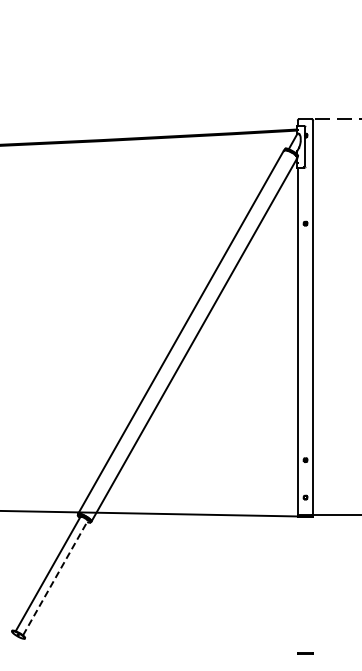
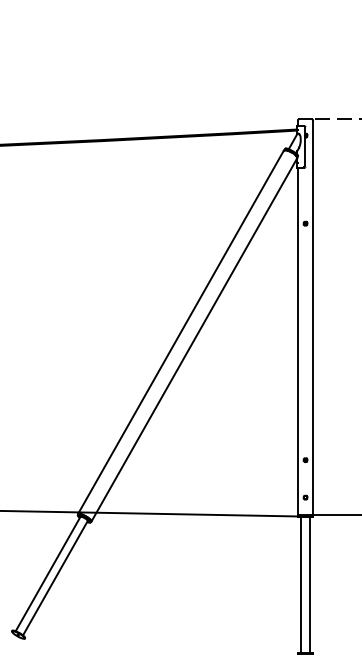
line at (55, 578): dashed -> solid
line at (301, 584): none -> present
line at (309, 584): none -> present
